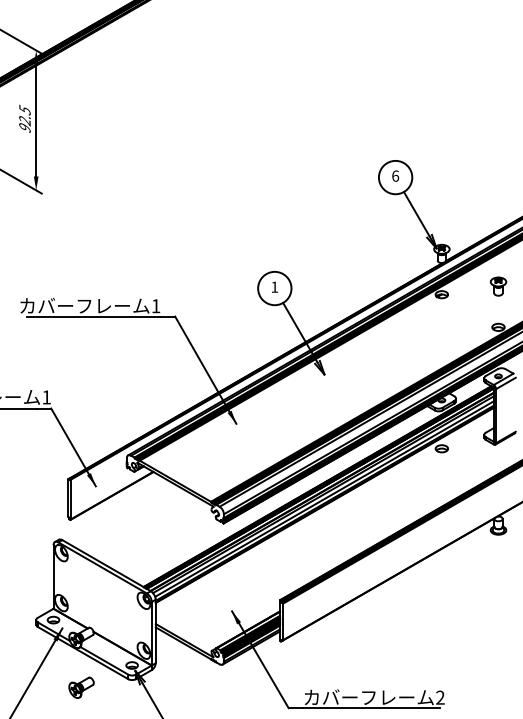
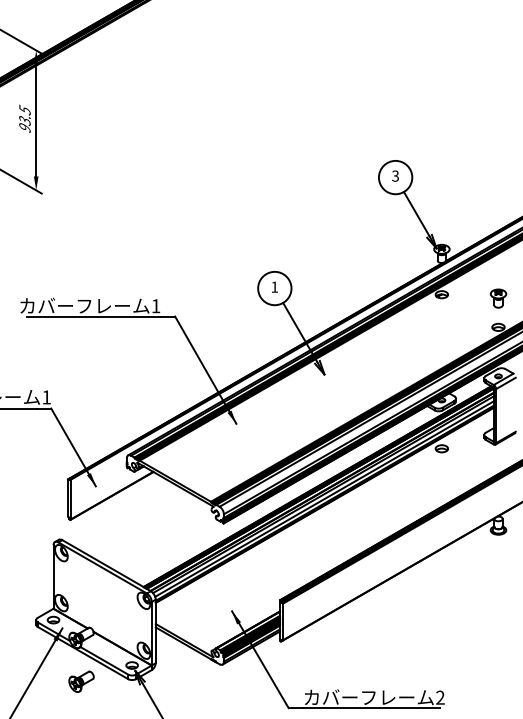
text at (24, 121): 92.5 -> 93.5
text at (395, 175): 6 -> 3
part at (498, 286) position: (498, 286) -> (498, 298)
part at (81, 687) position: (81, 687) -> (81, 681)
